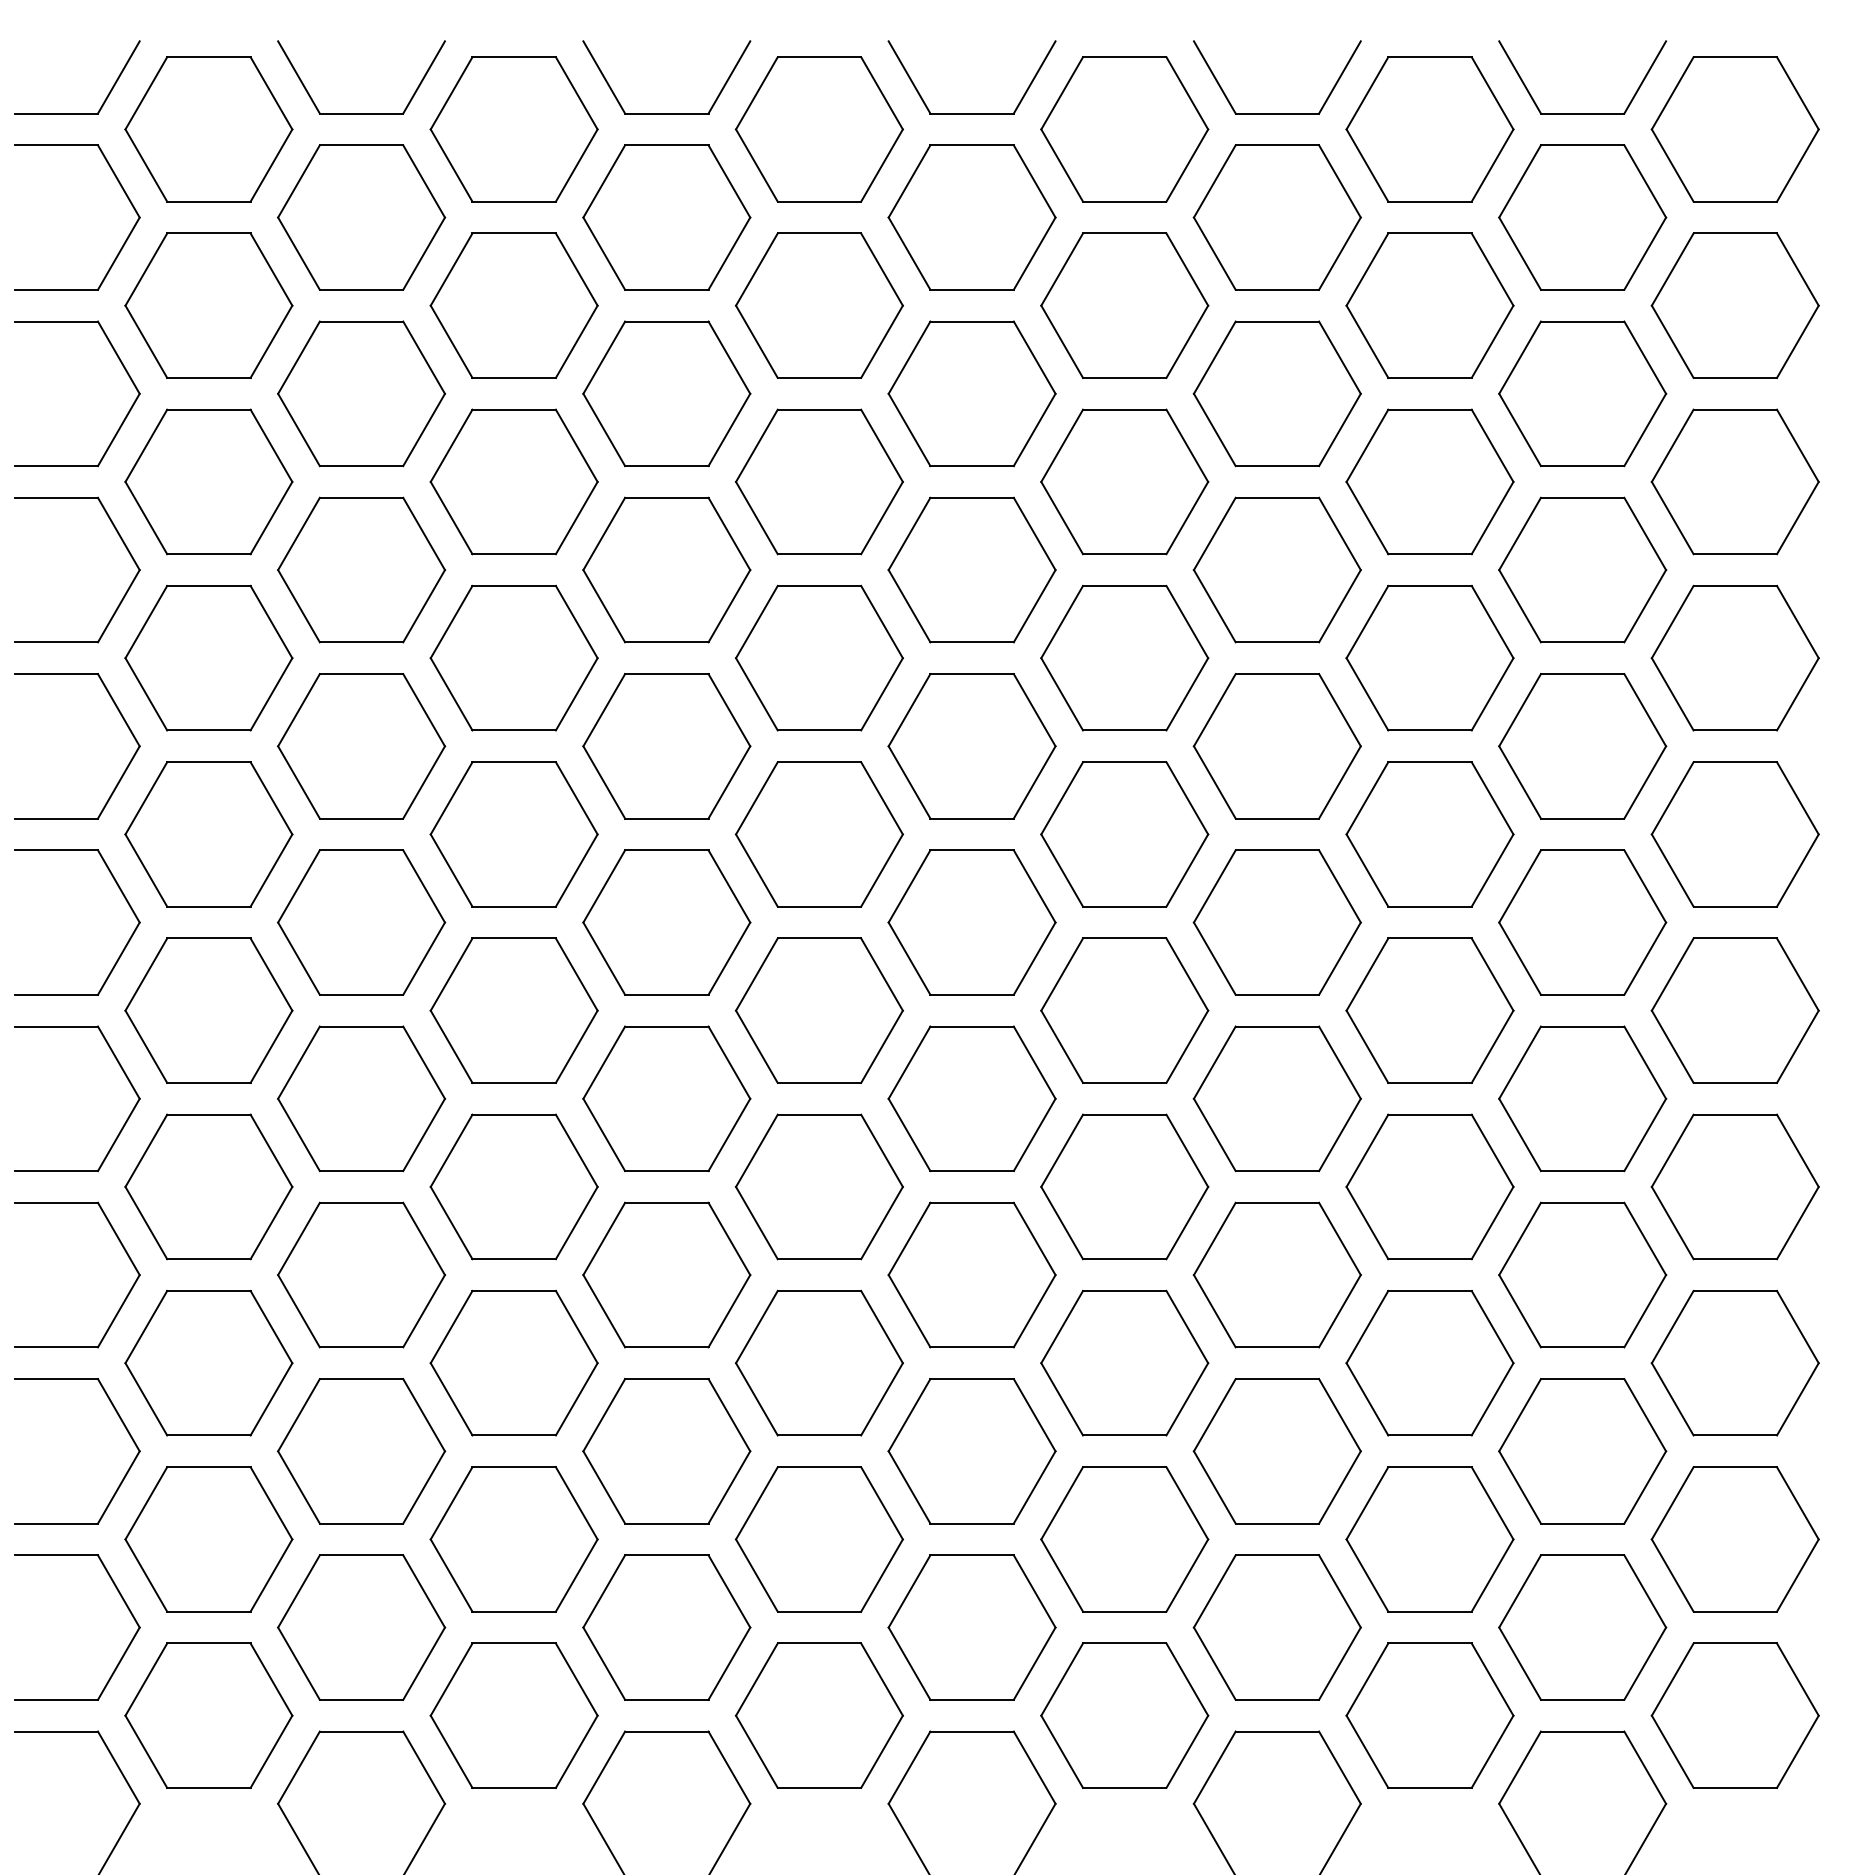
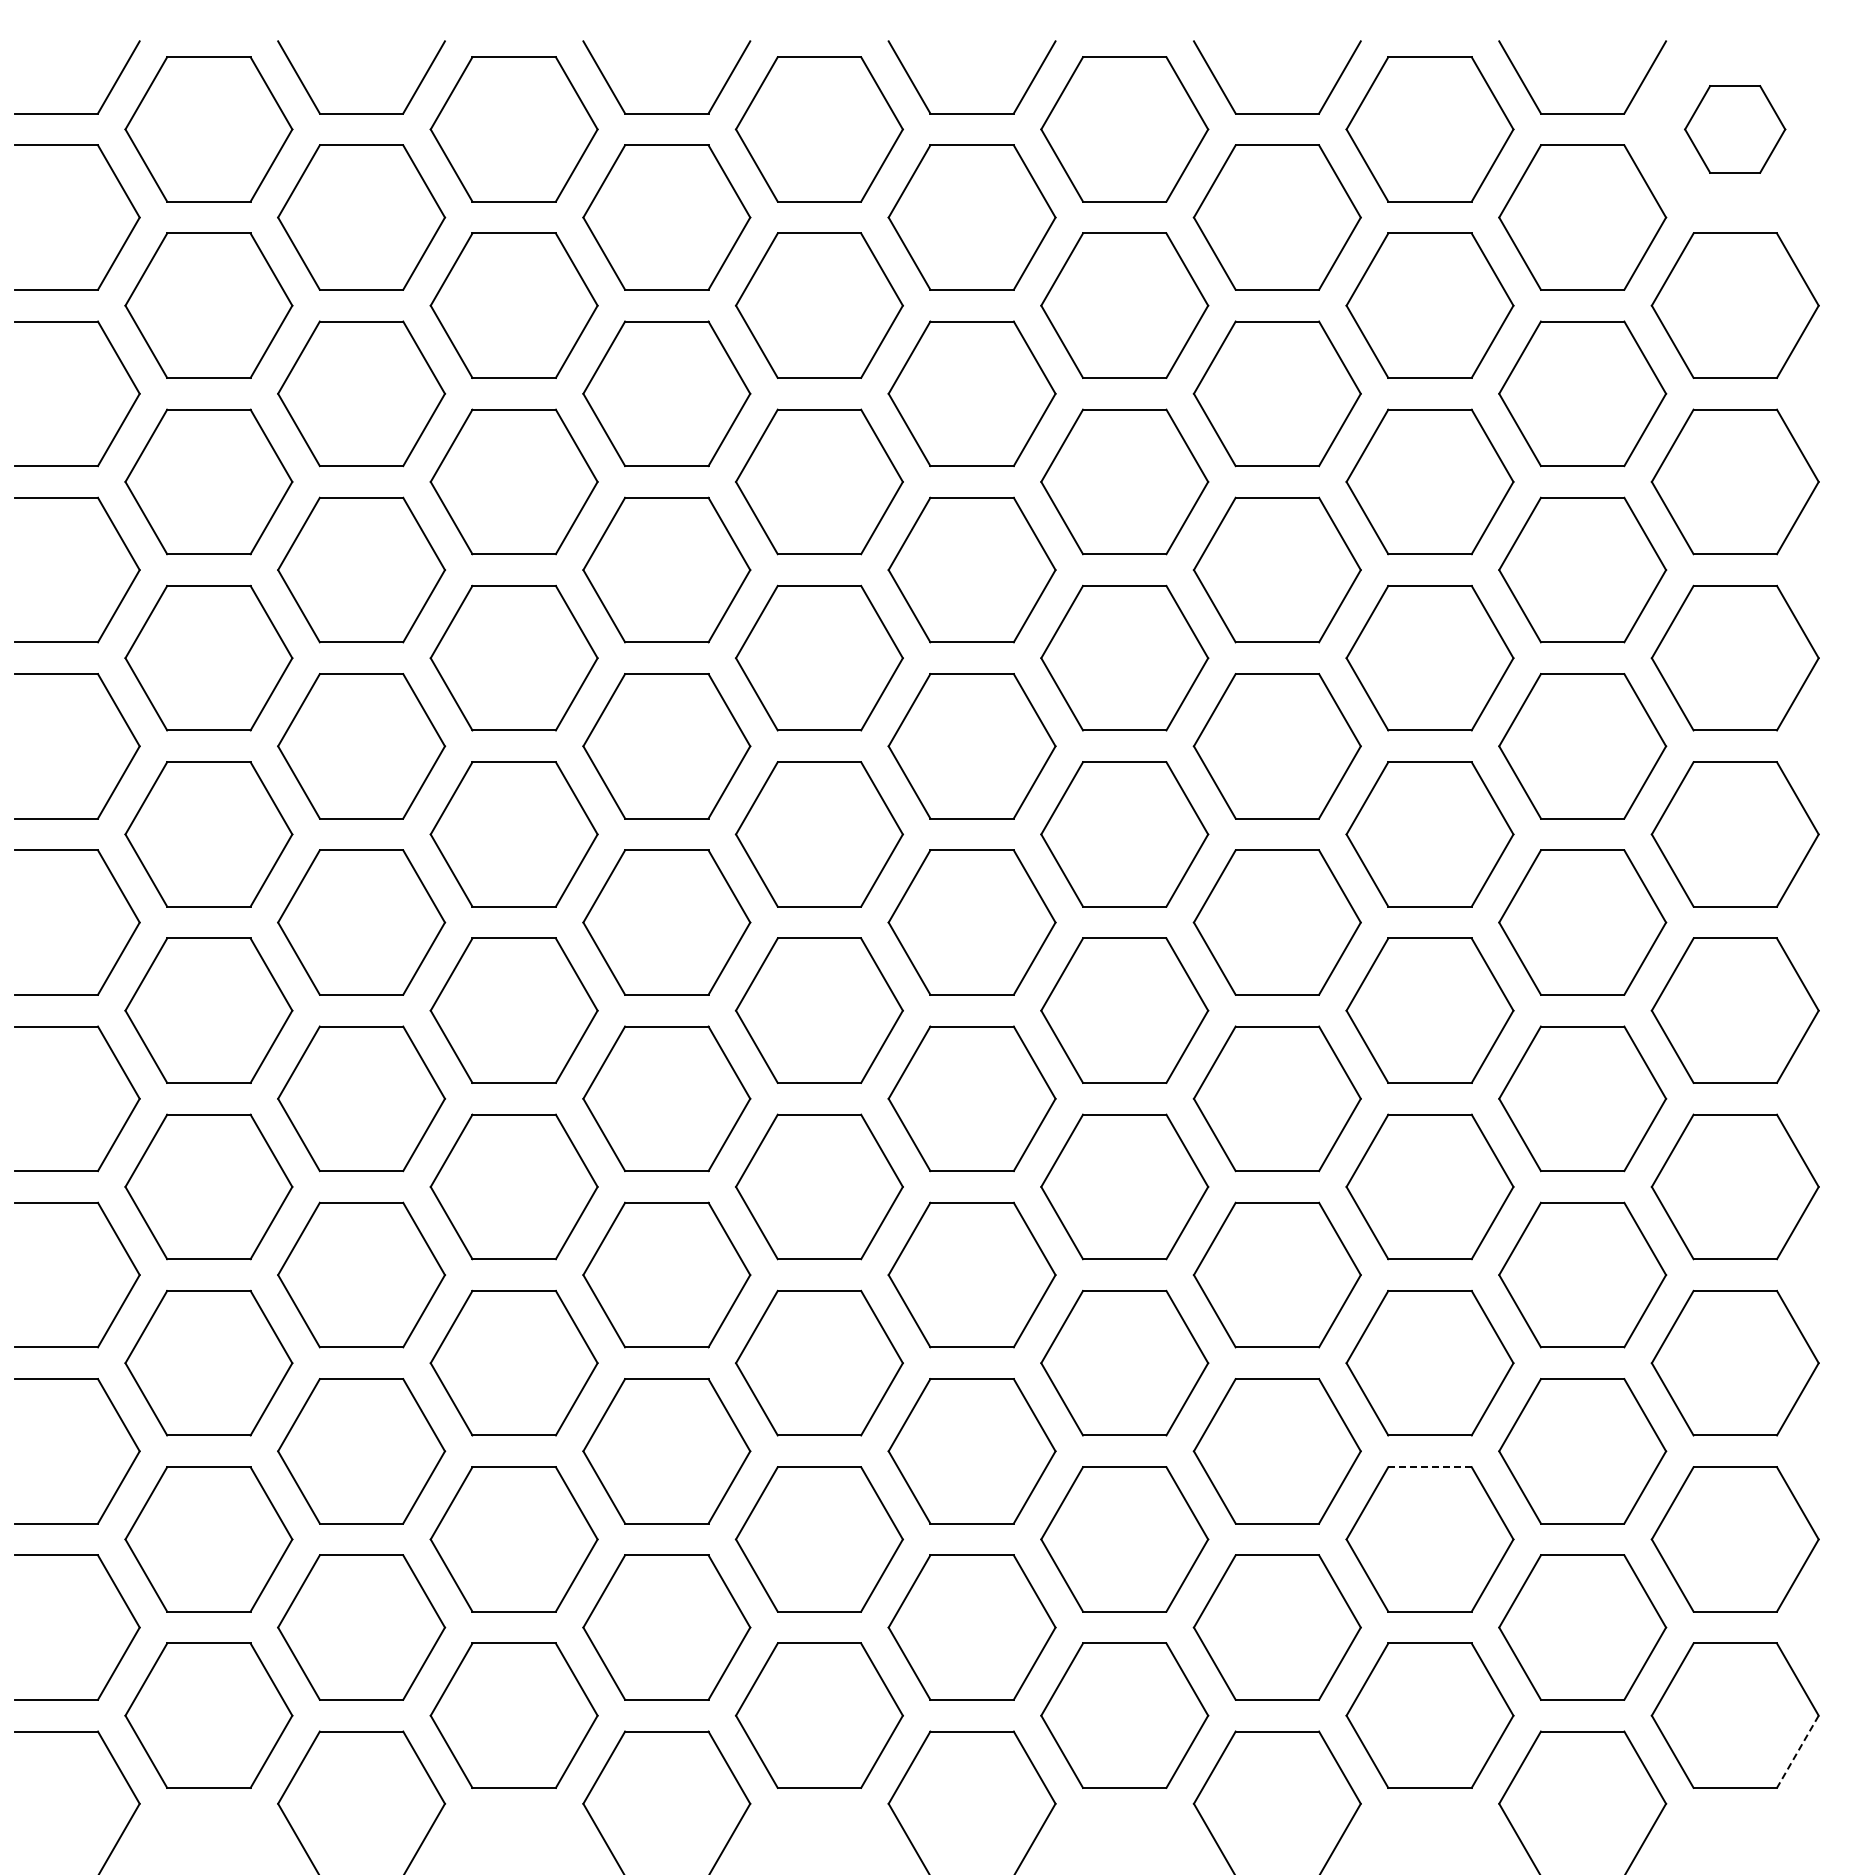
part at (1734, 129) size: 170x147 px -> 103x89 px
line at (1430, 1467): solid -> dashed
line at (1797, 1751): solid -> dashed
